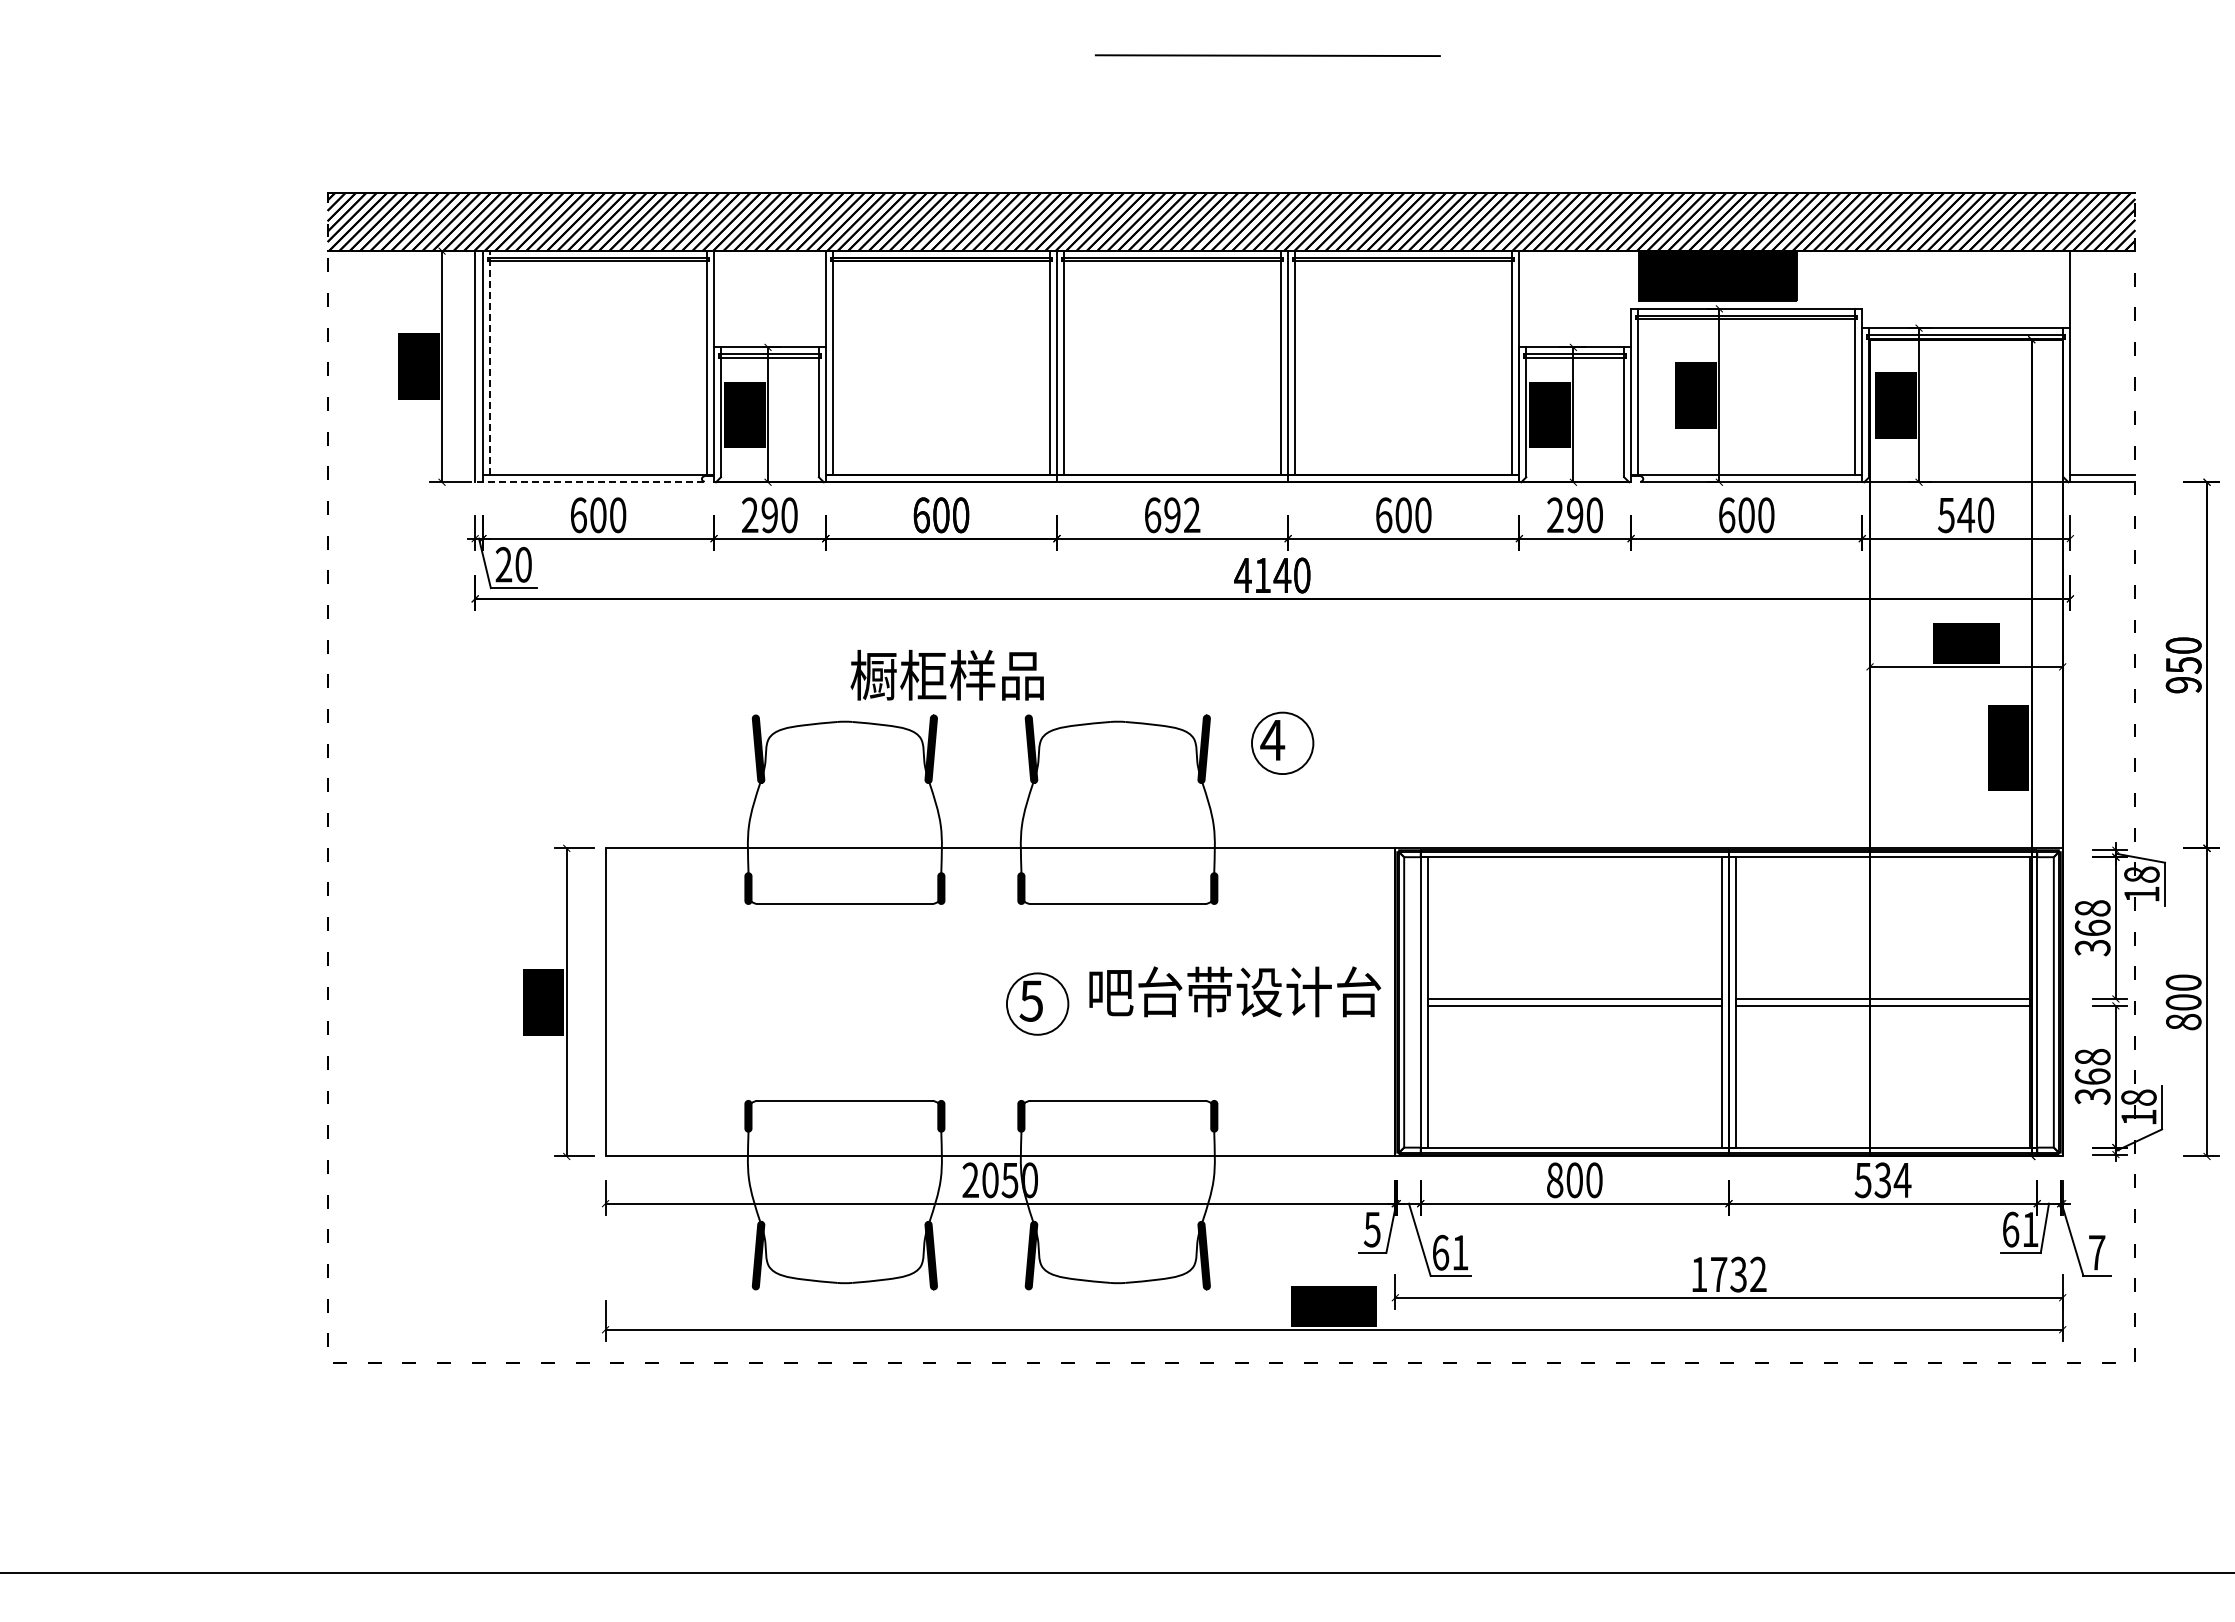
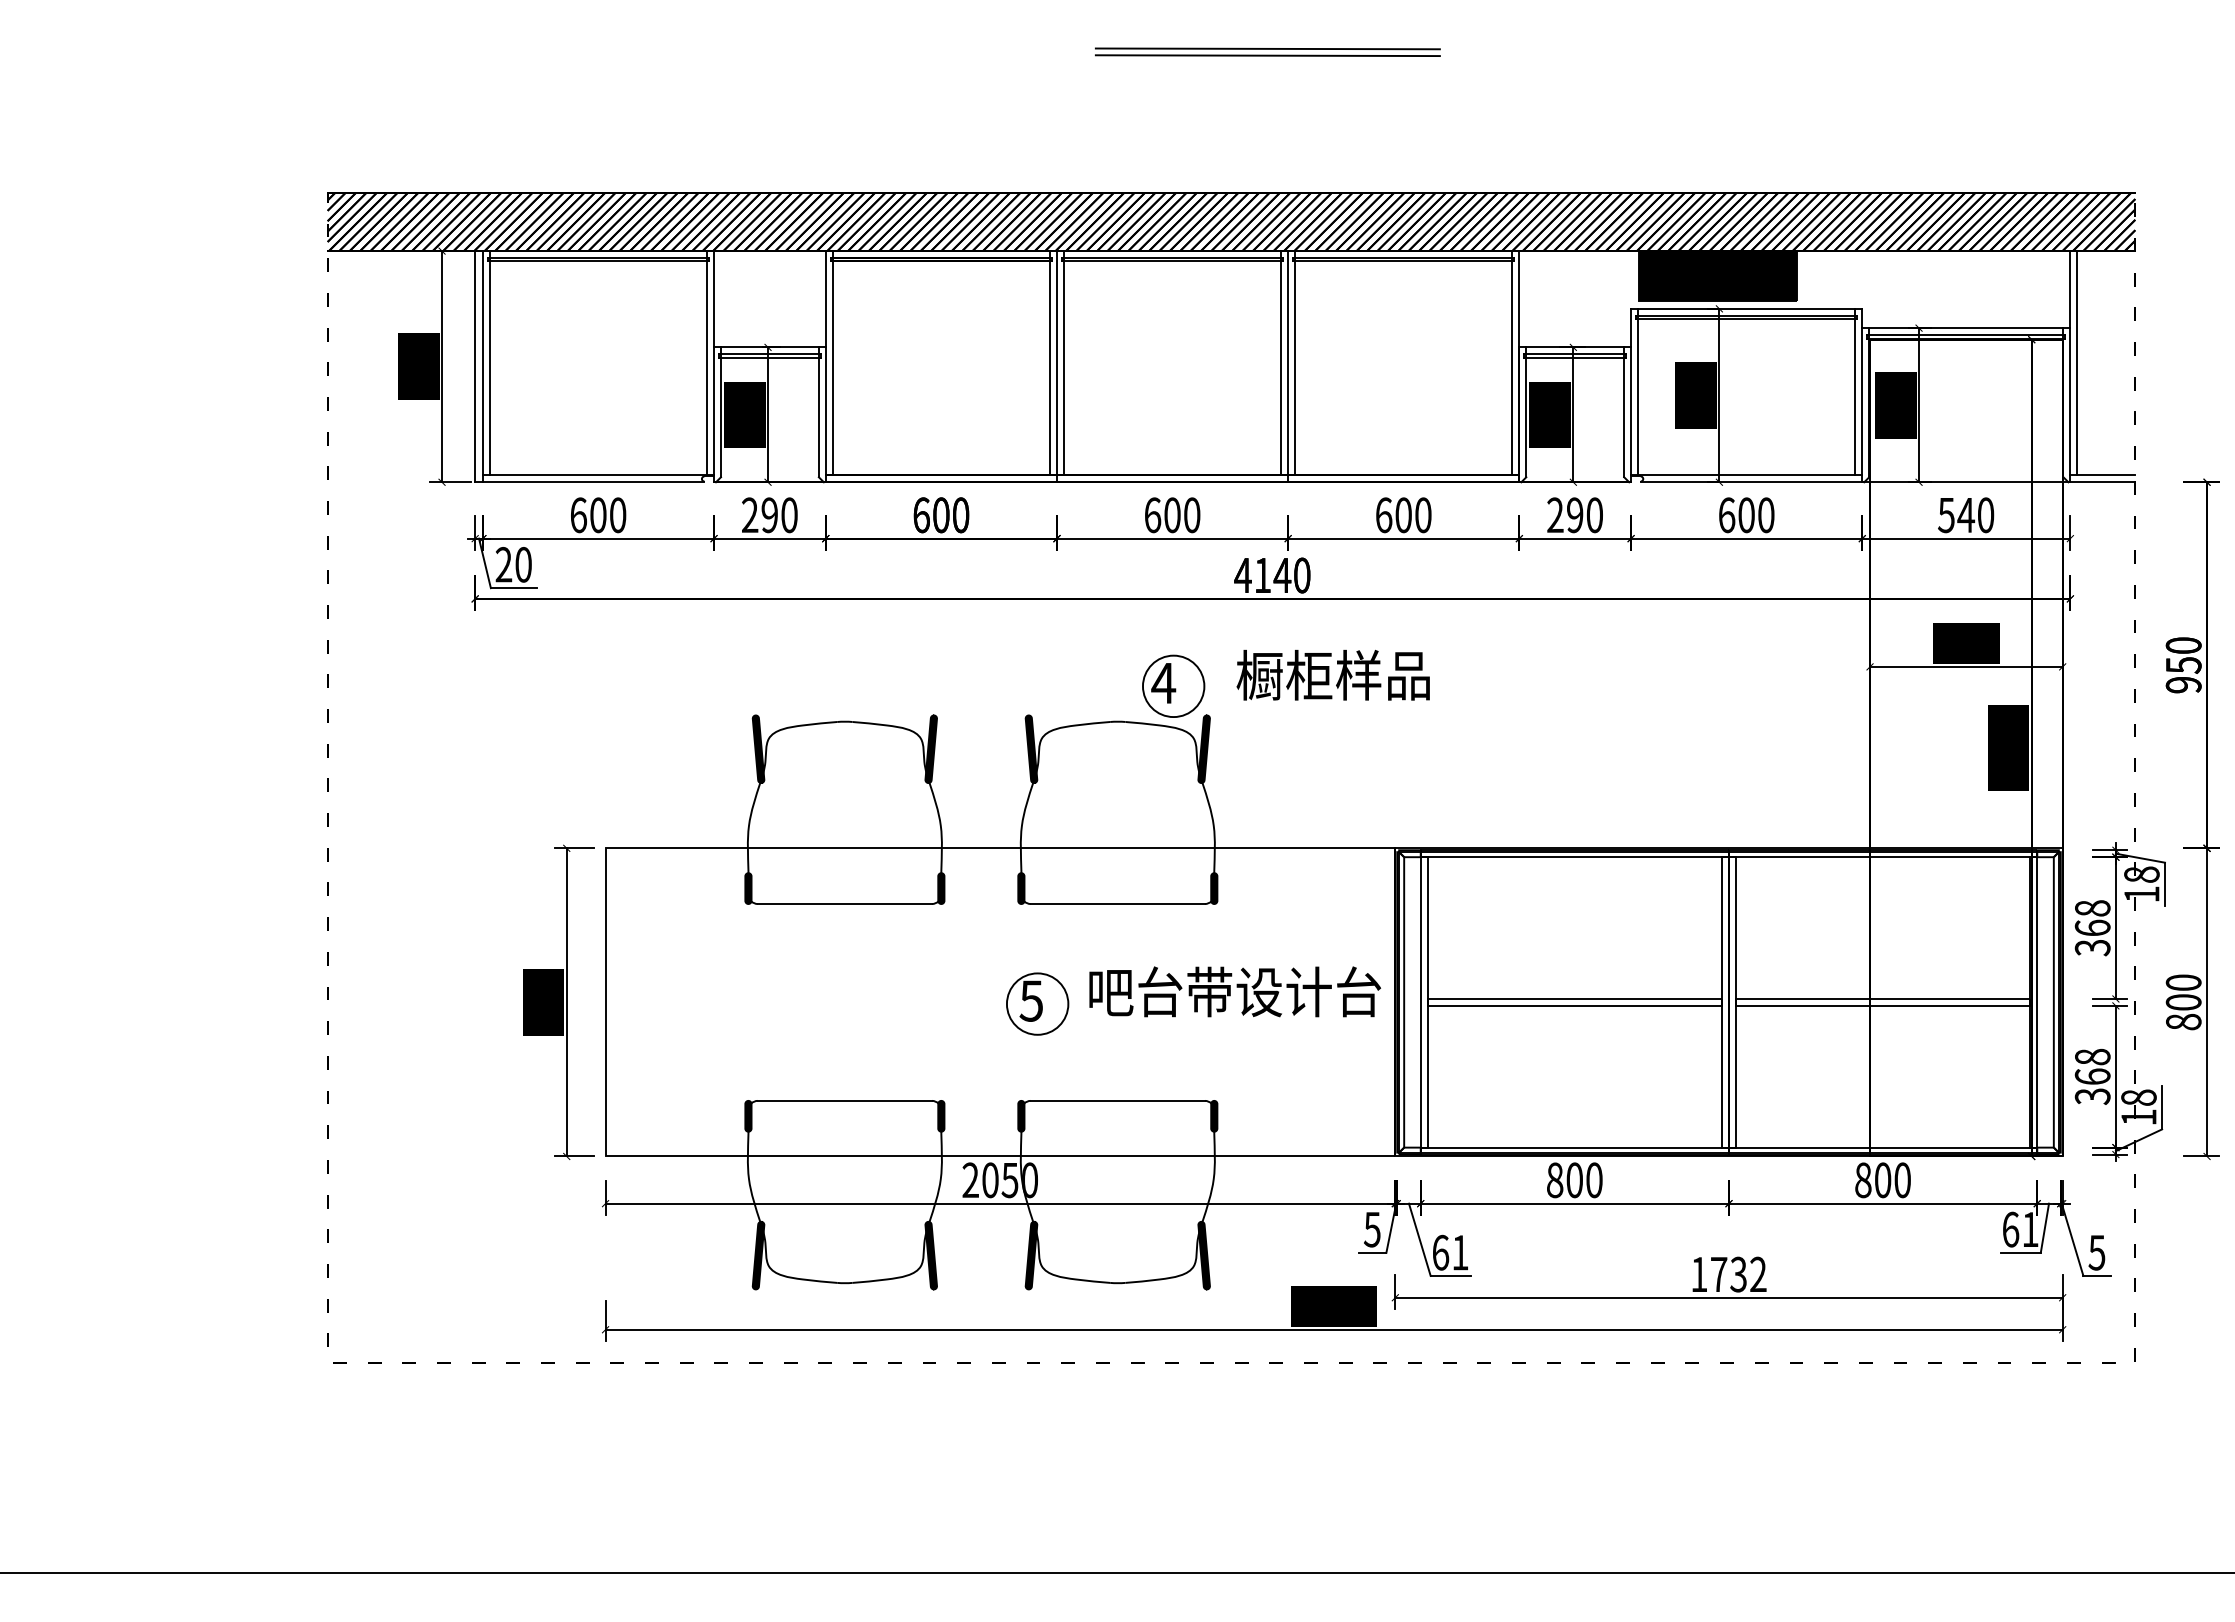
line at (1267, 48): none -> present
line at (489, 362): dashed -> solid
line at (2077, 362): none -> present
line at (589, 482): dashed -> solid
text at (1182, 515): 692 -> 600
text at (946, 675) position: (946, 675) -> (1332, 675)
part at (1282, 742) position: (1282, 742) -> (1173, 685)
text at (1882, 1180): 534 -> 800
text at (2096, 1252): 7 -> 5
